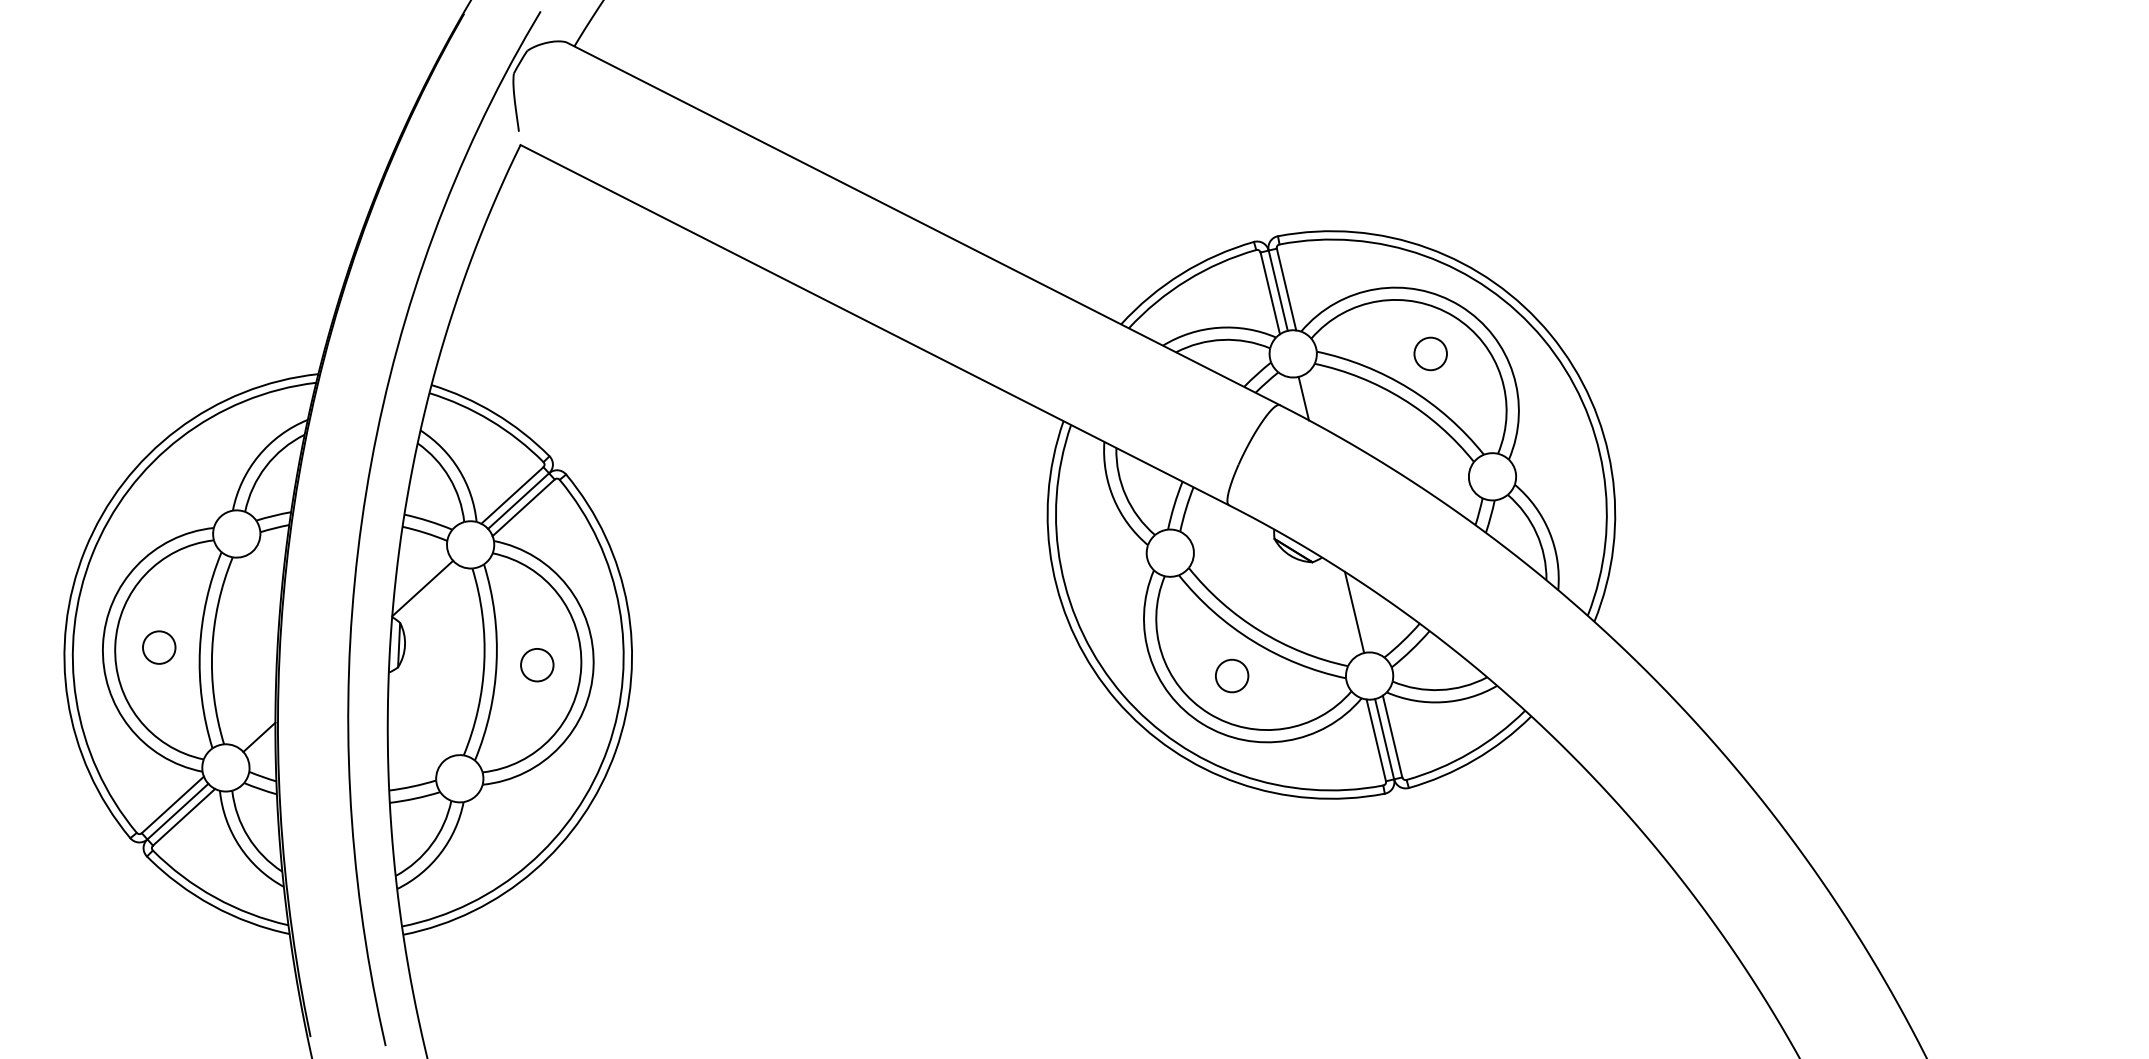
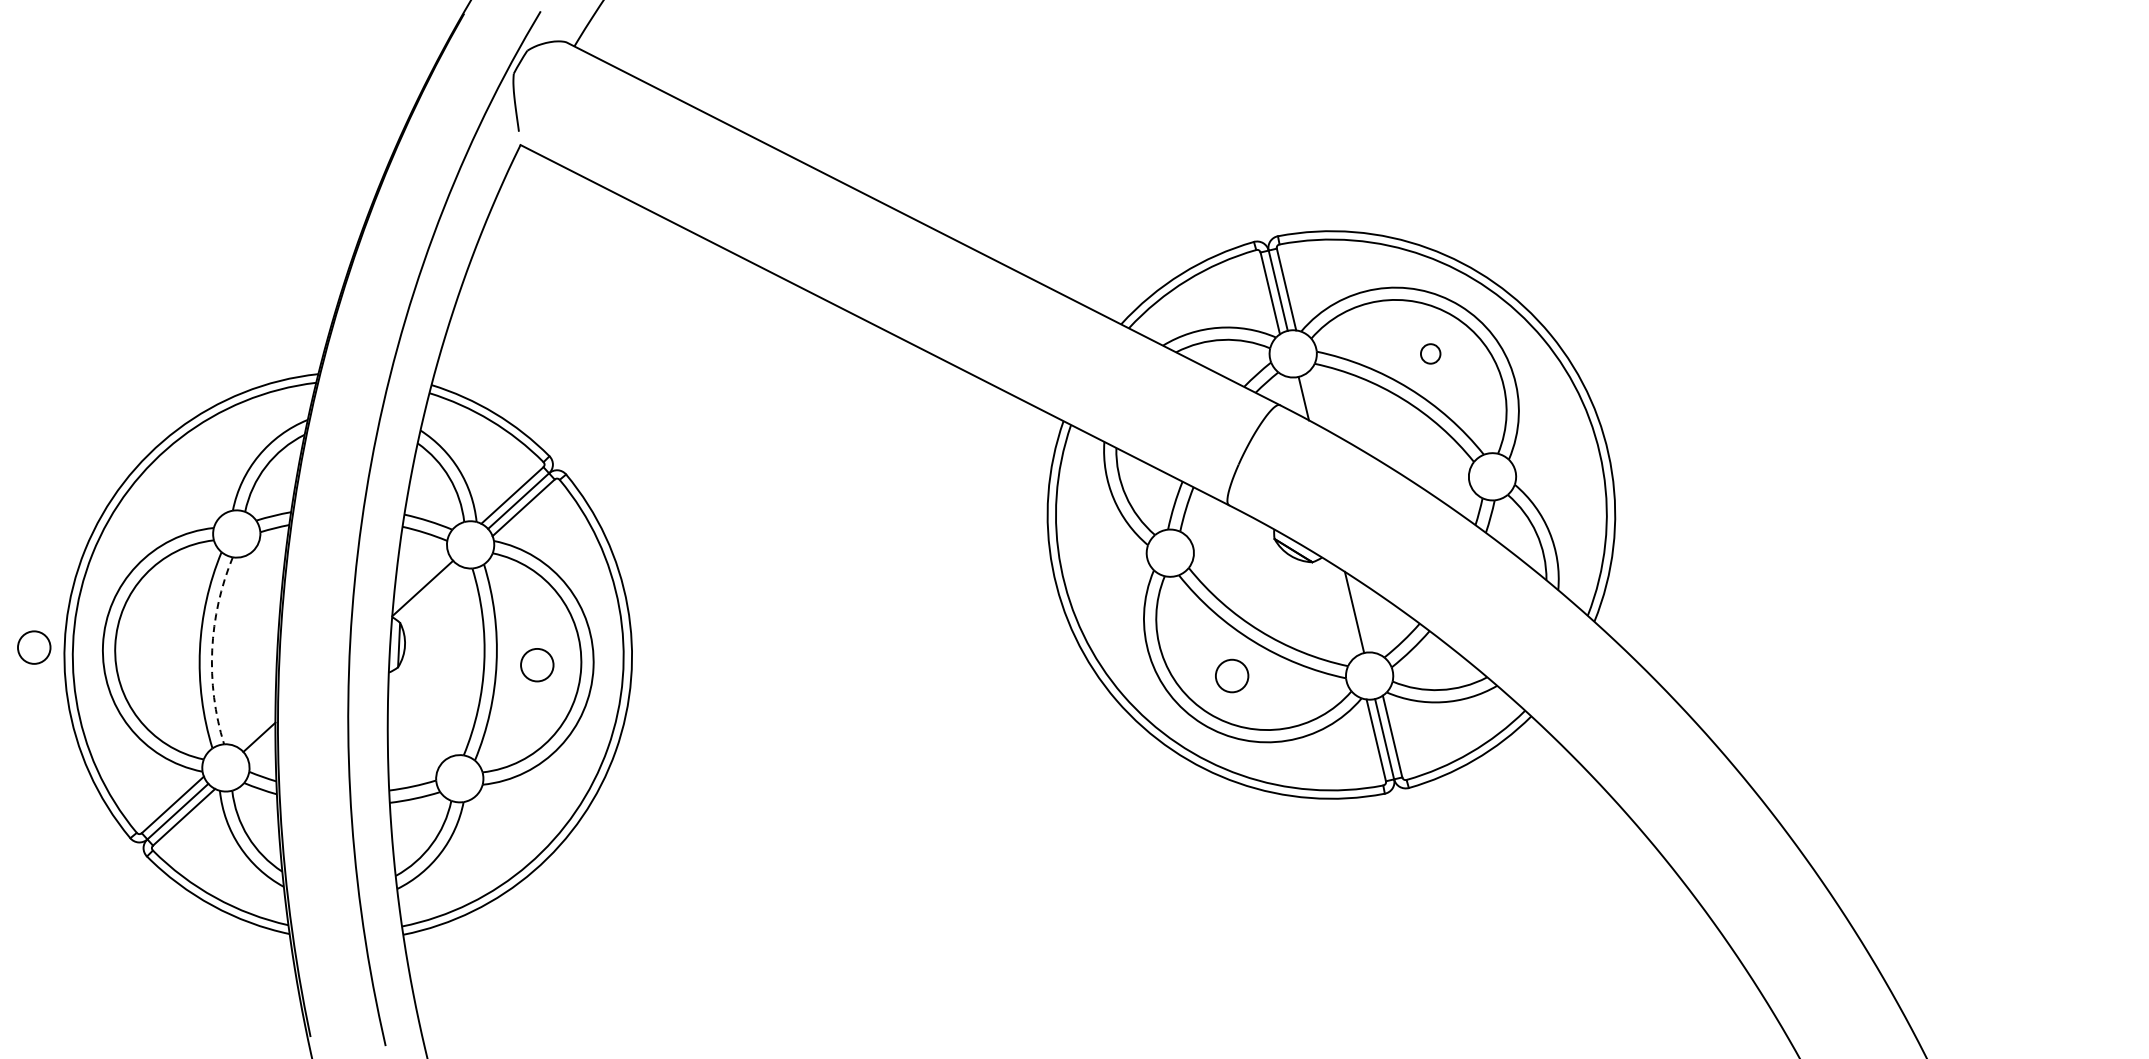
circle at (1430, 353) diameter: 33 px -> 20 px
circle at (159, 647) position: (159, 647) -> (34, 647)
arc at (212, 650): solid -> dashed
